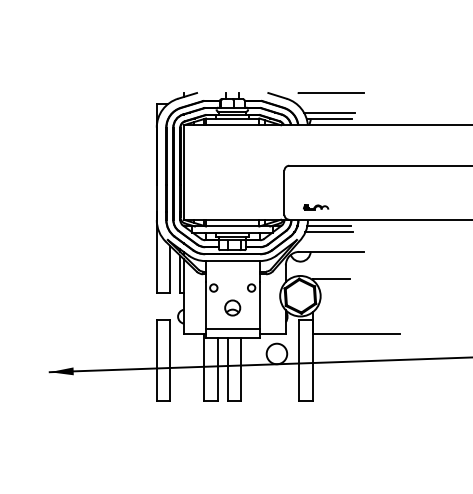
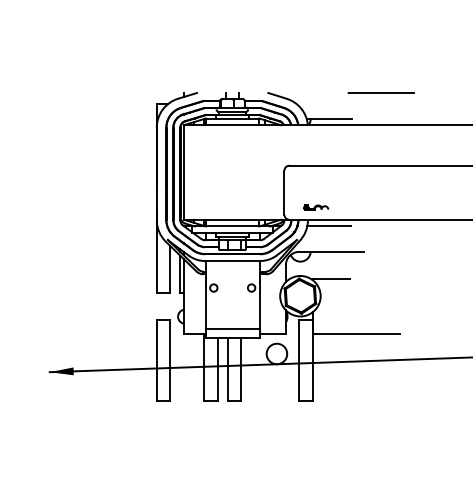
line at (330, 92) position: (330, 92) -> (380, 92)
line at (328, 112): present -> none
line at (329, 232): present -> none
part at (232, 307): present -> none
